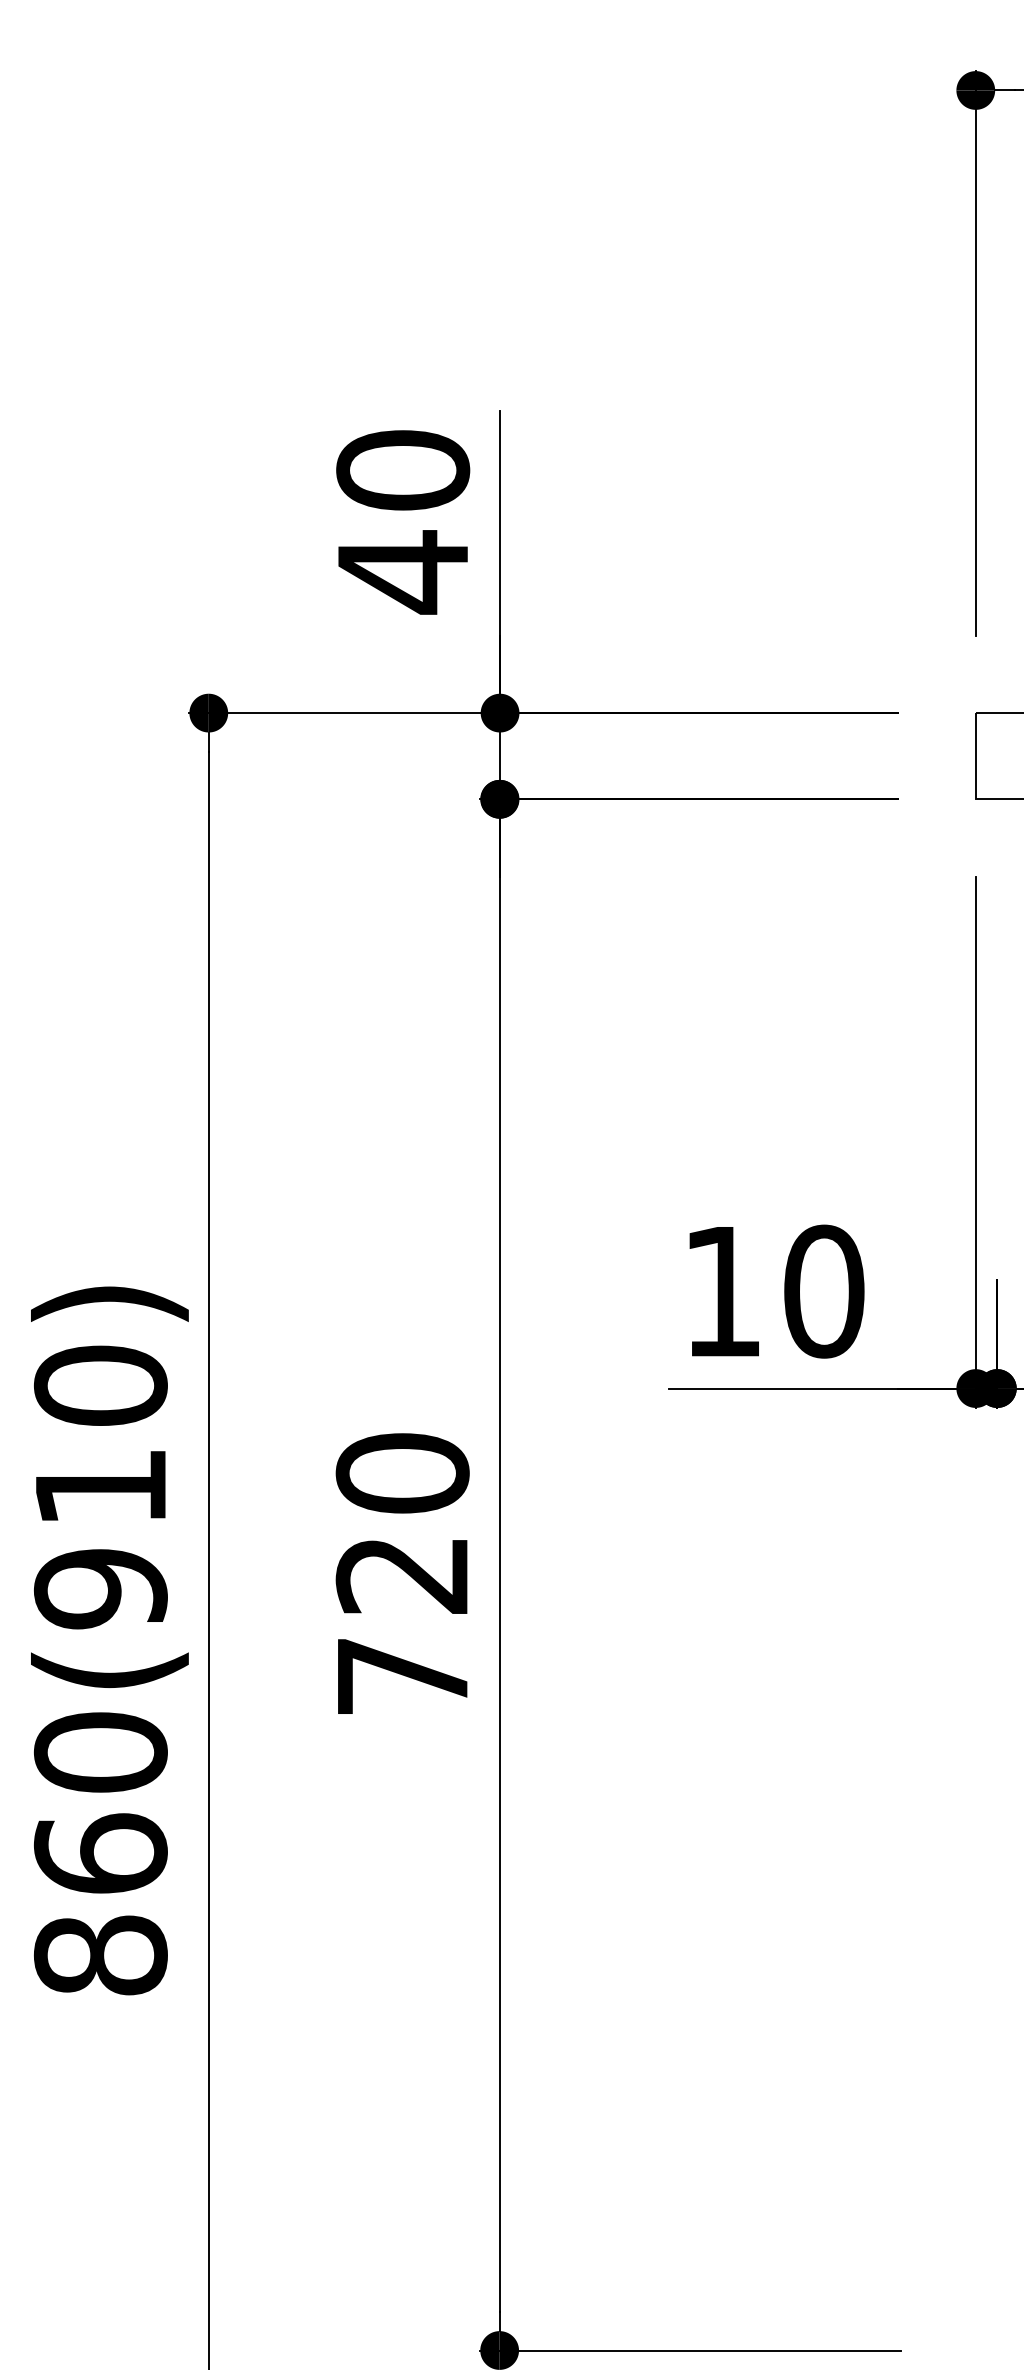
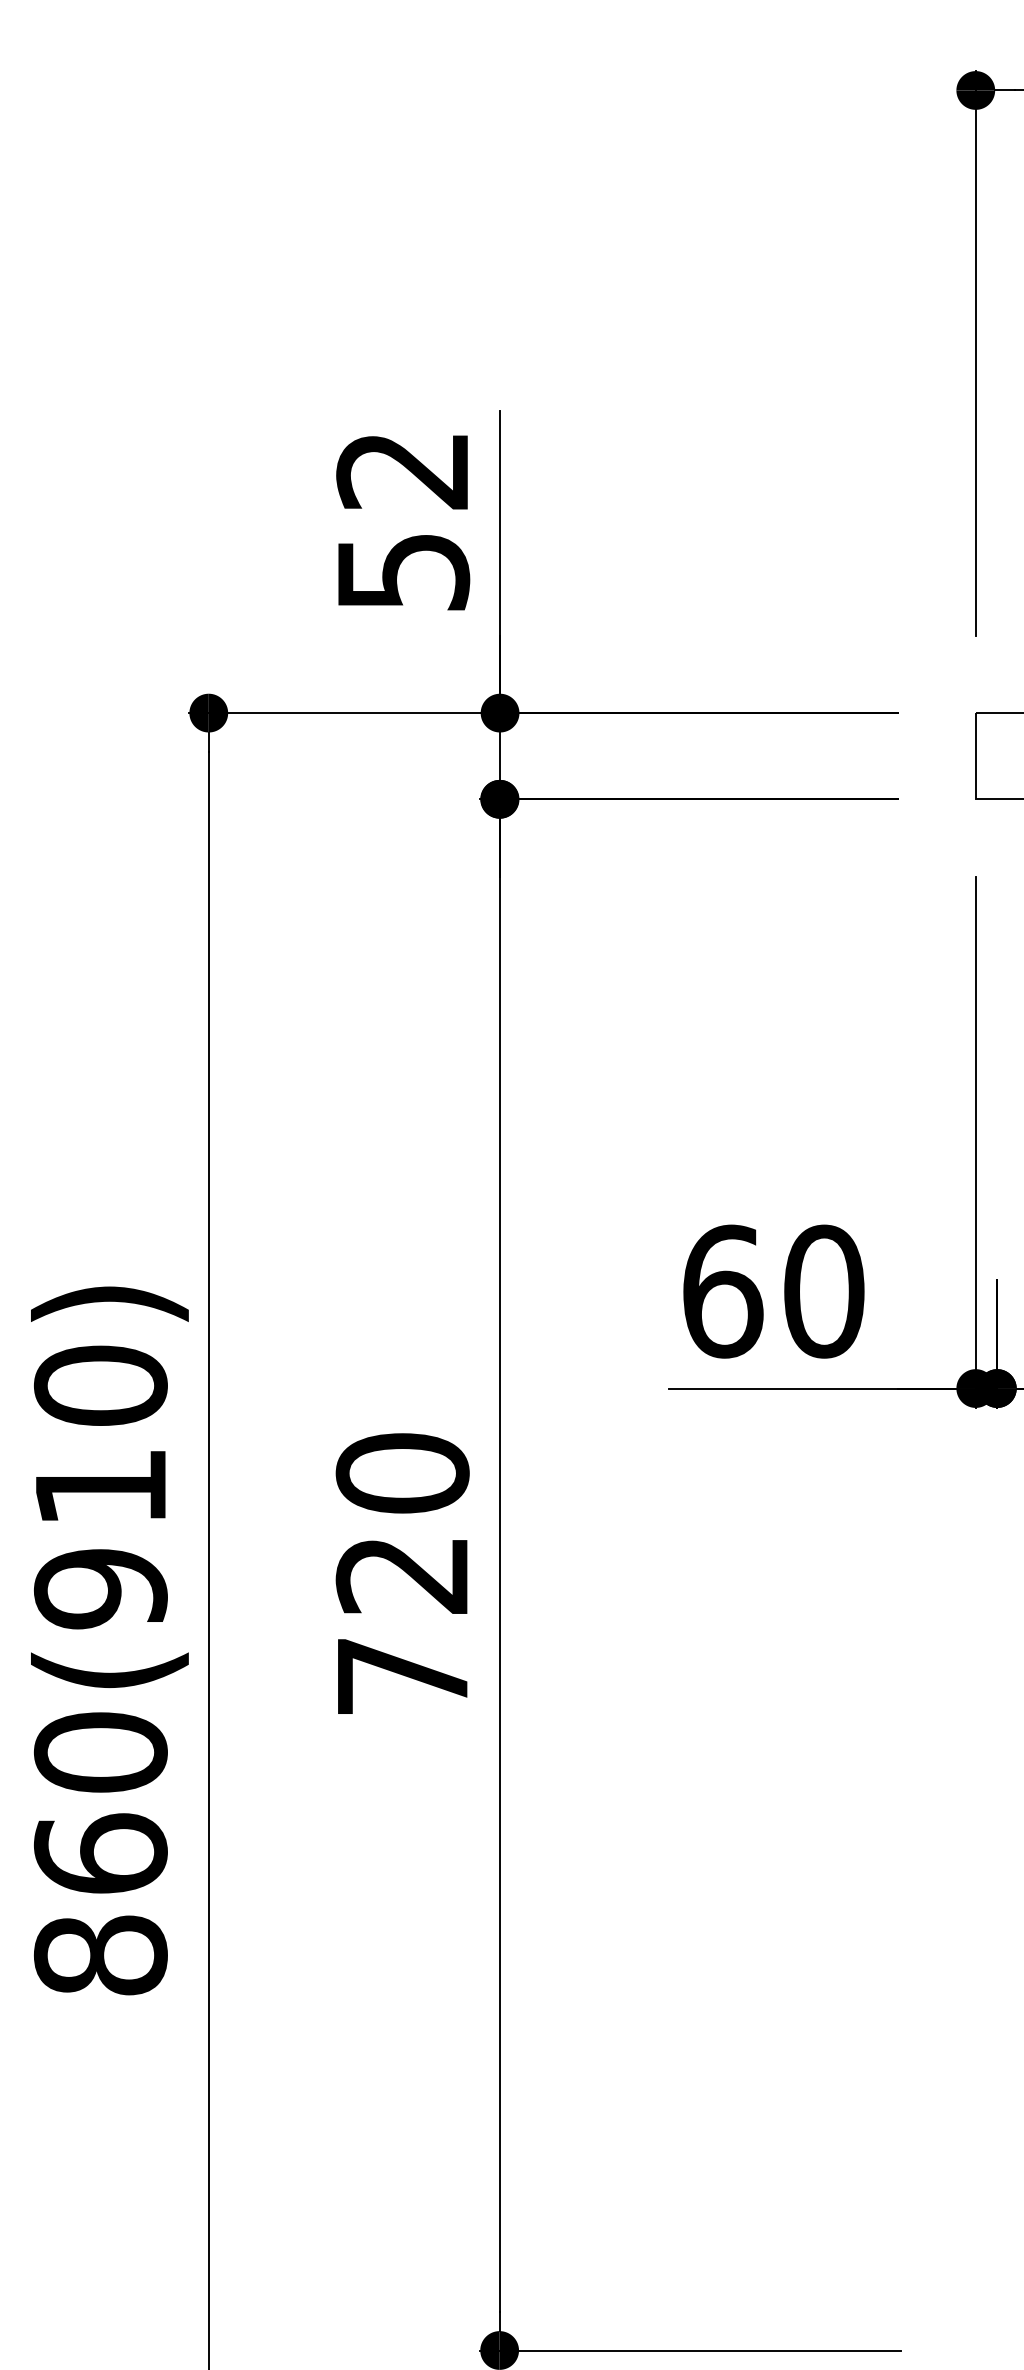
text at (403, 522): 40 -> 52
text at (723, 1291): 10 -> 60
